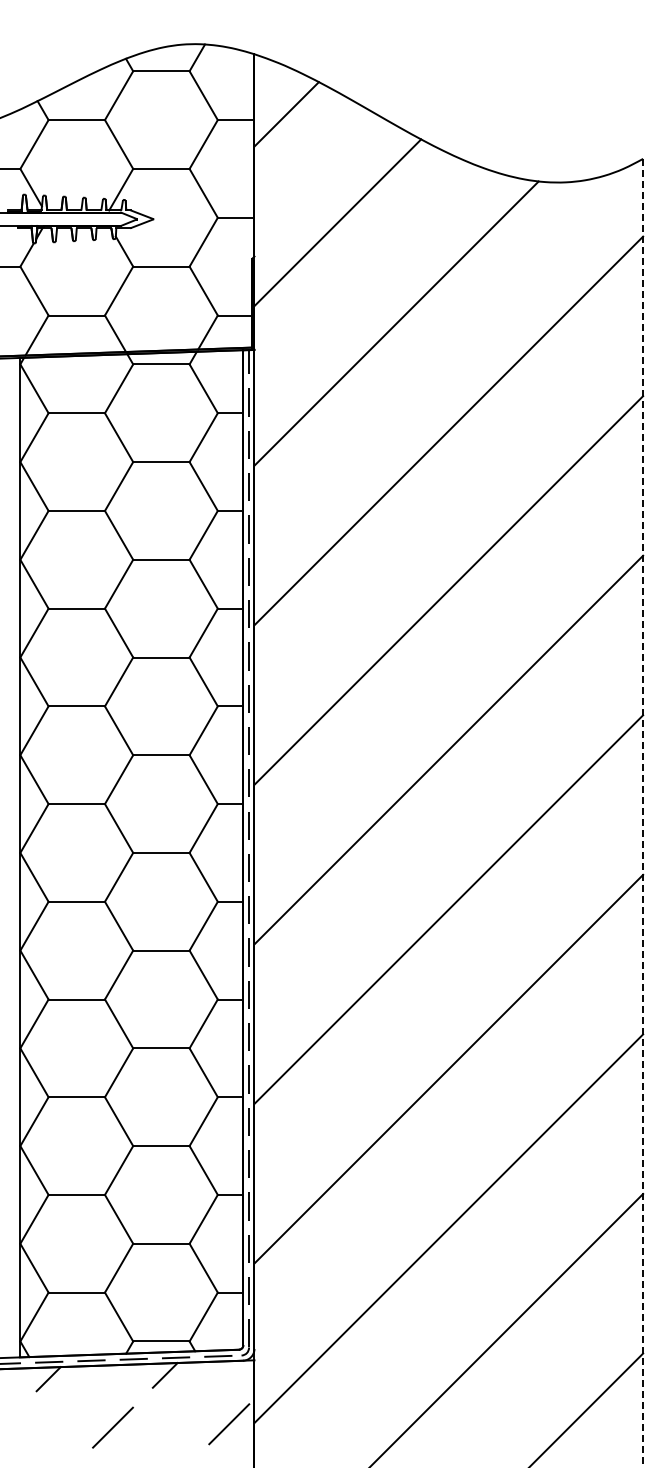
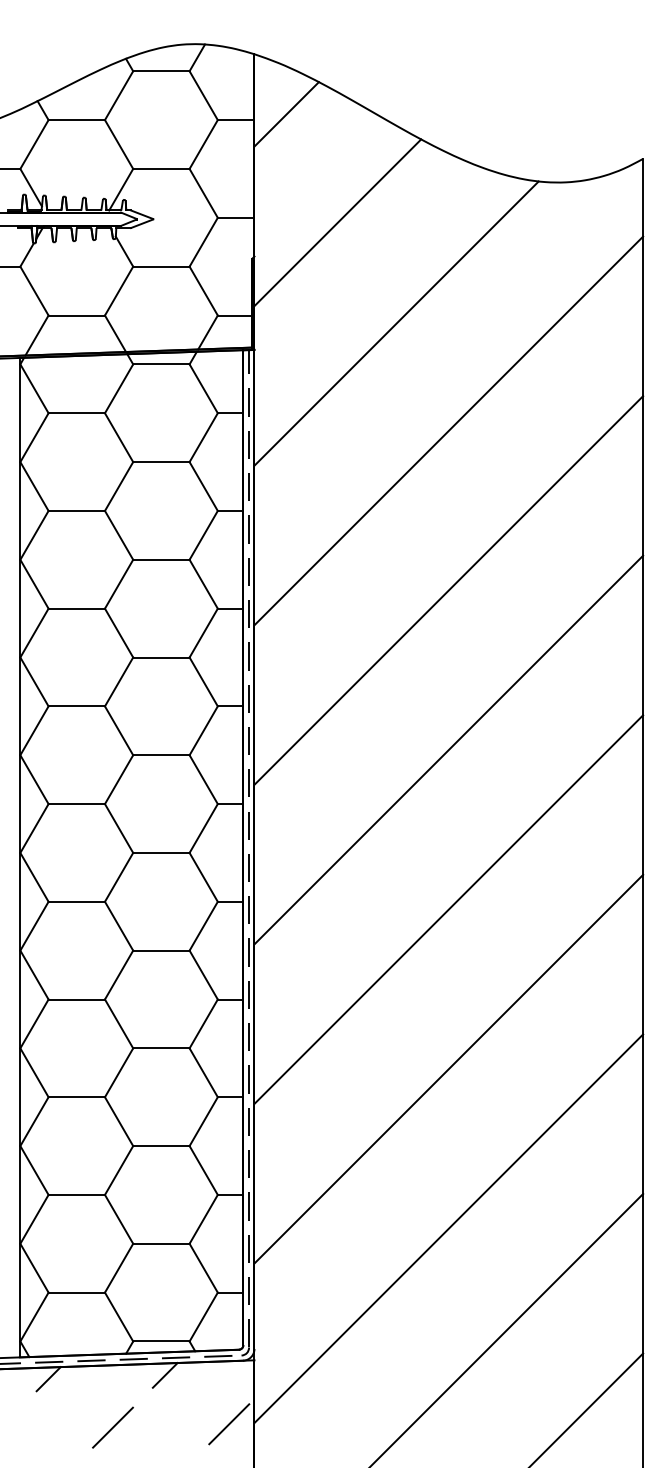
line at (643, 813): dashed -> solid
